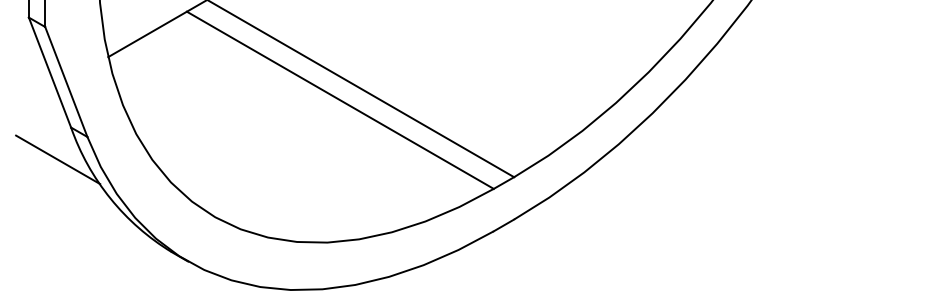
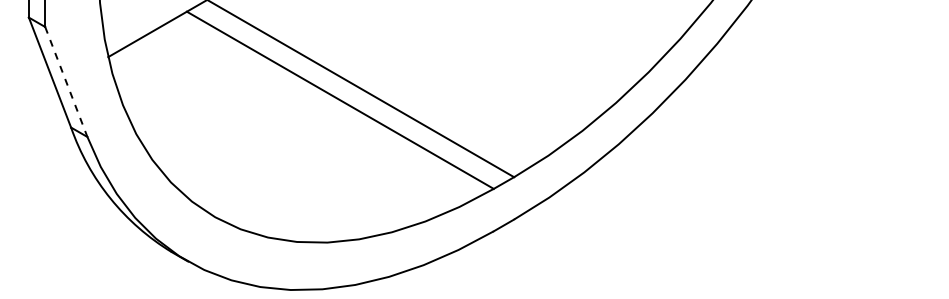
line at (66, 82): solid -> dashed
line at (58, 159): present -> none
